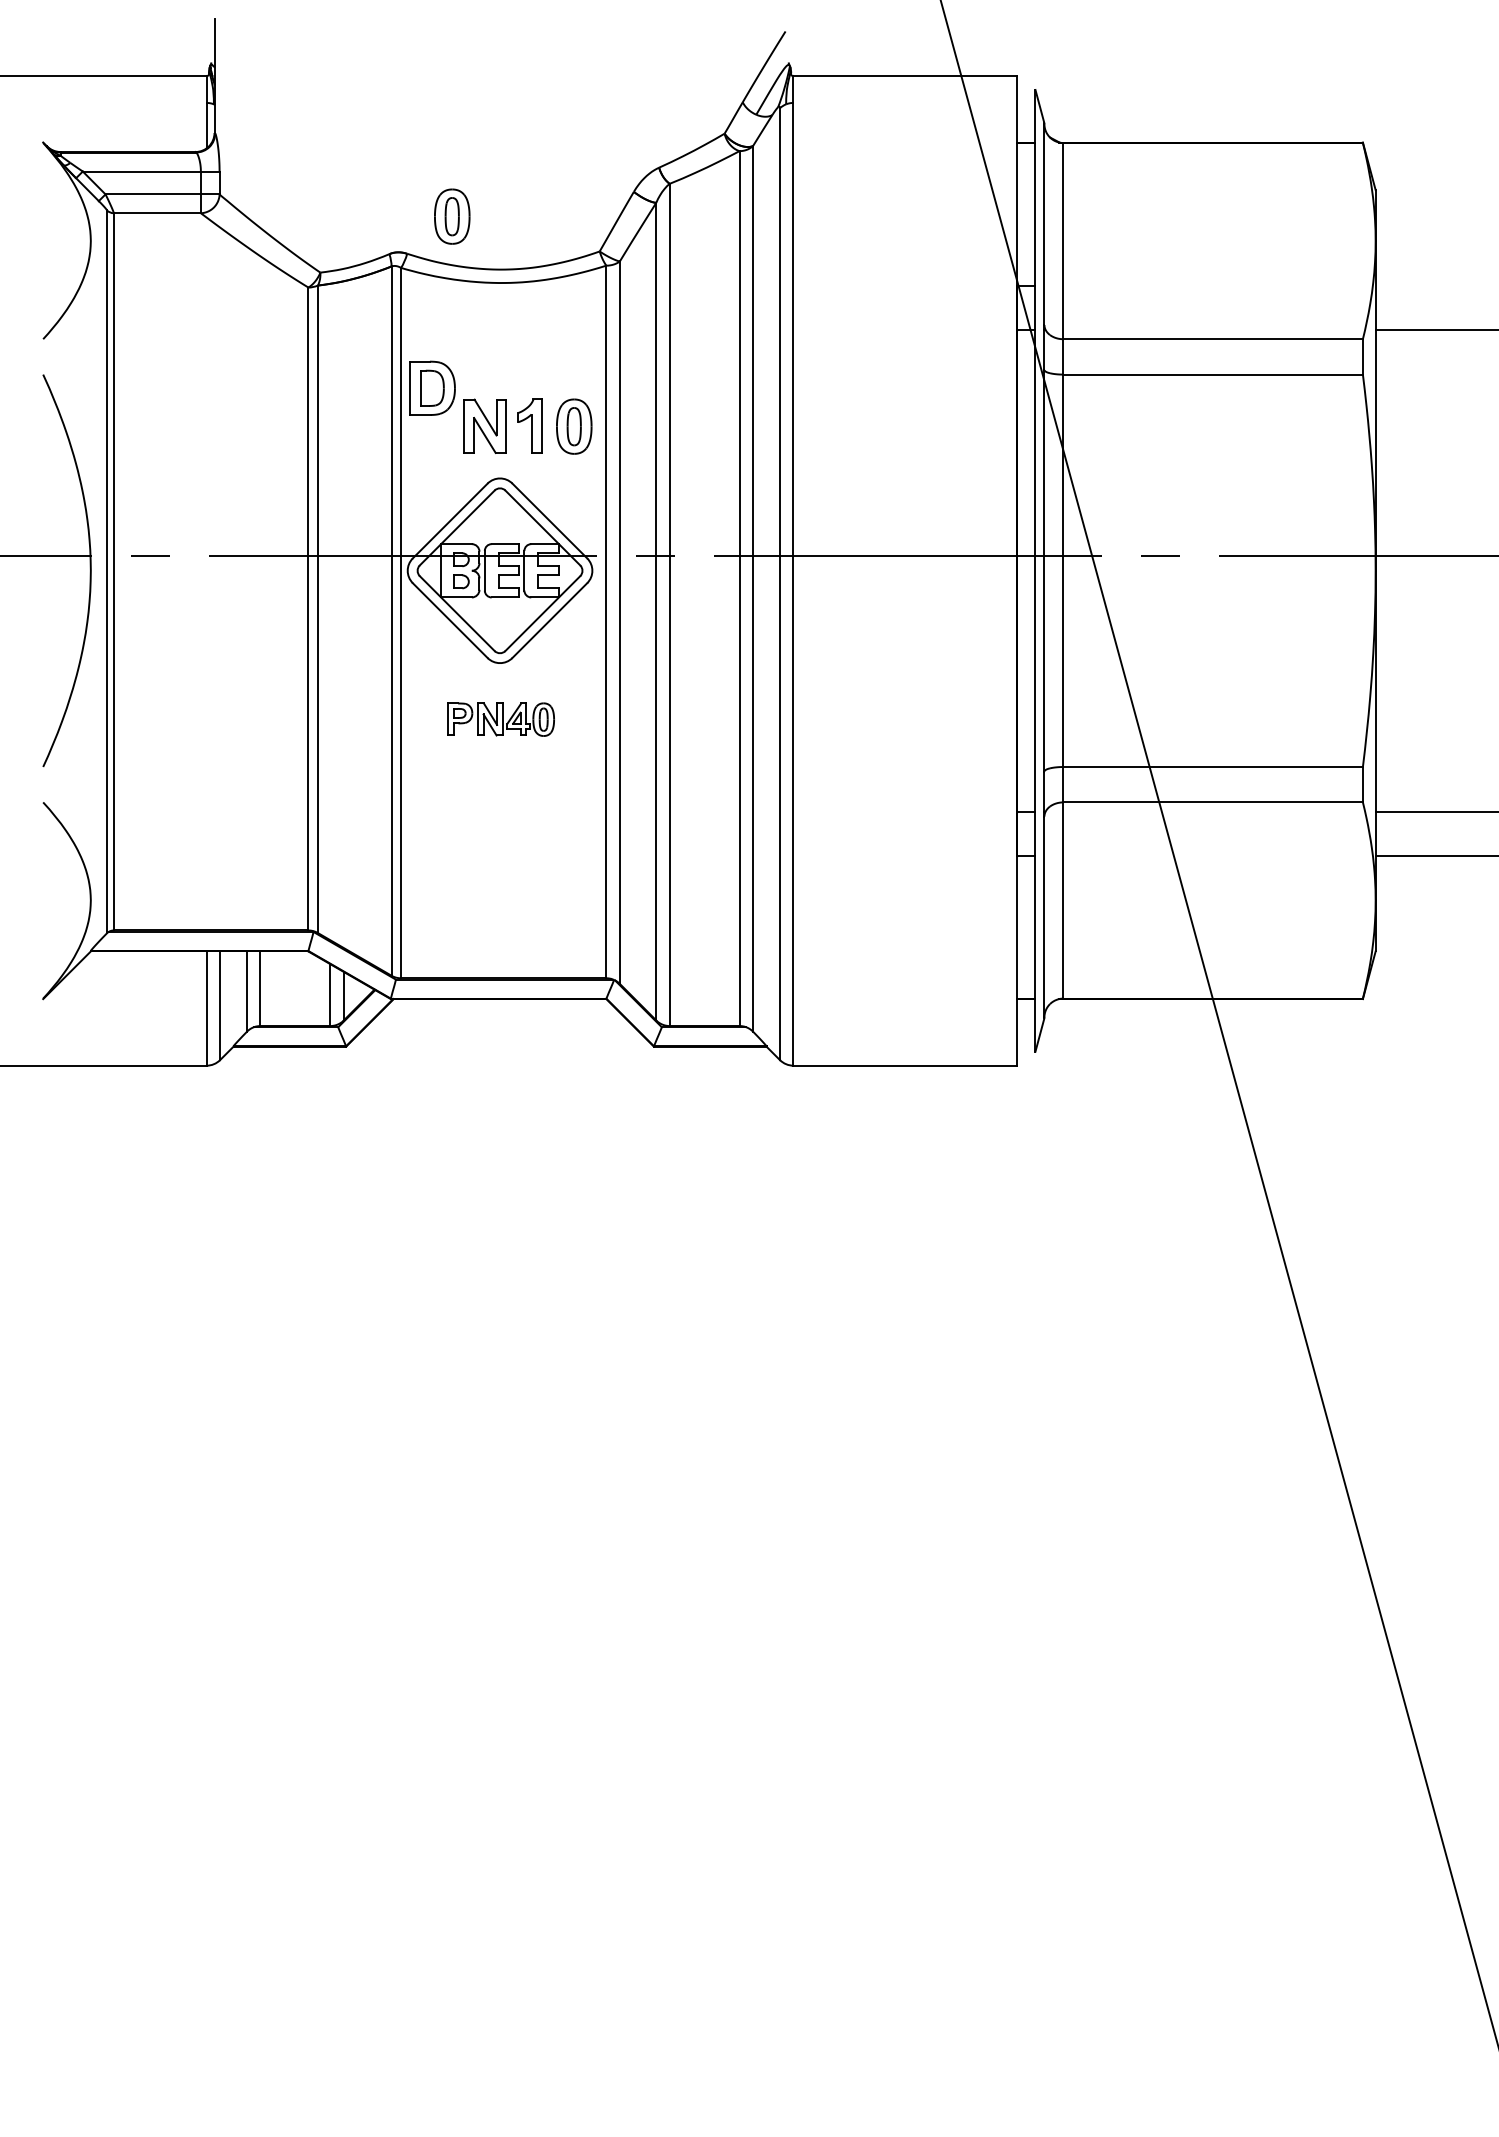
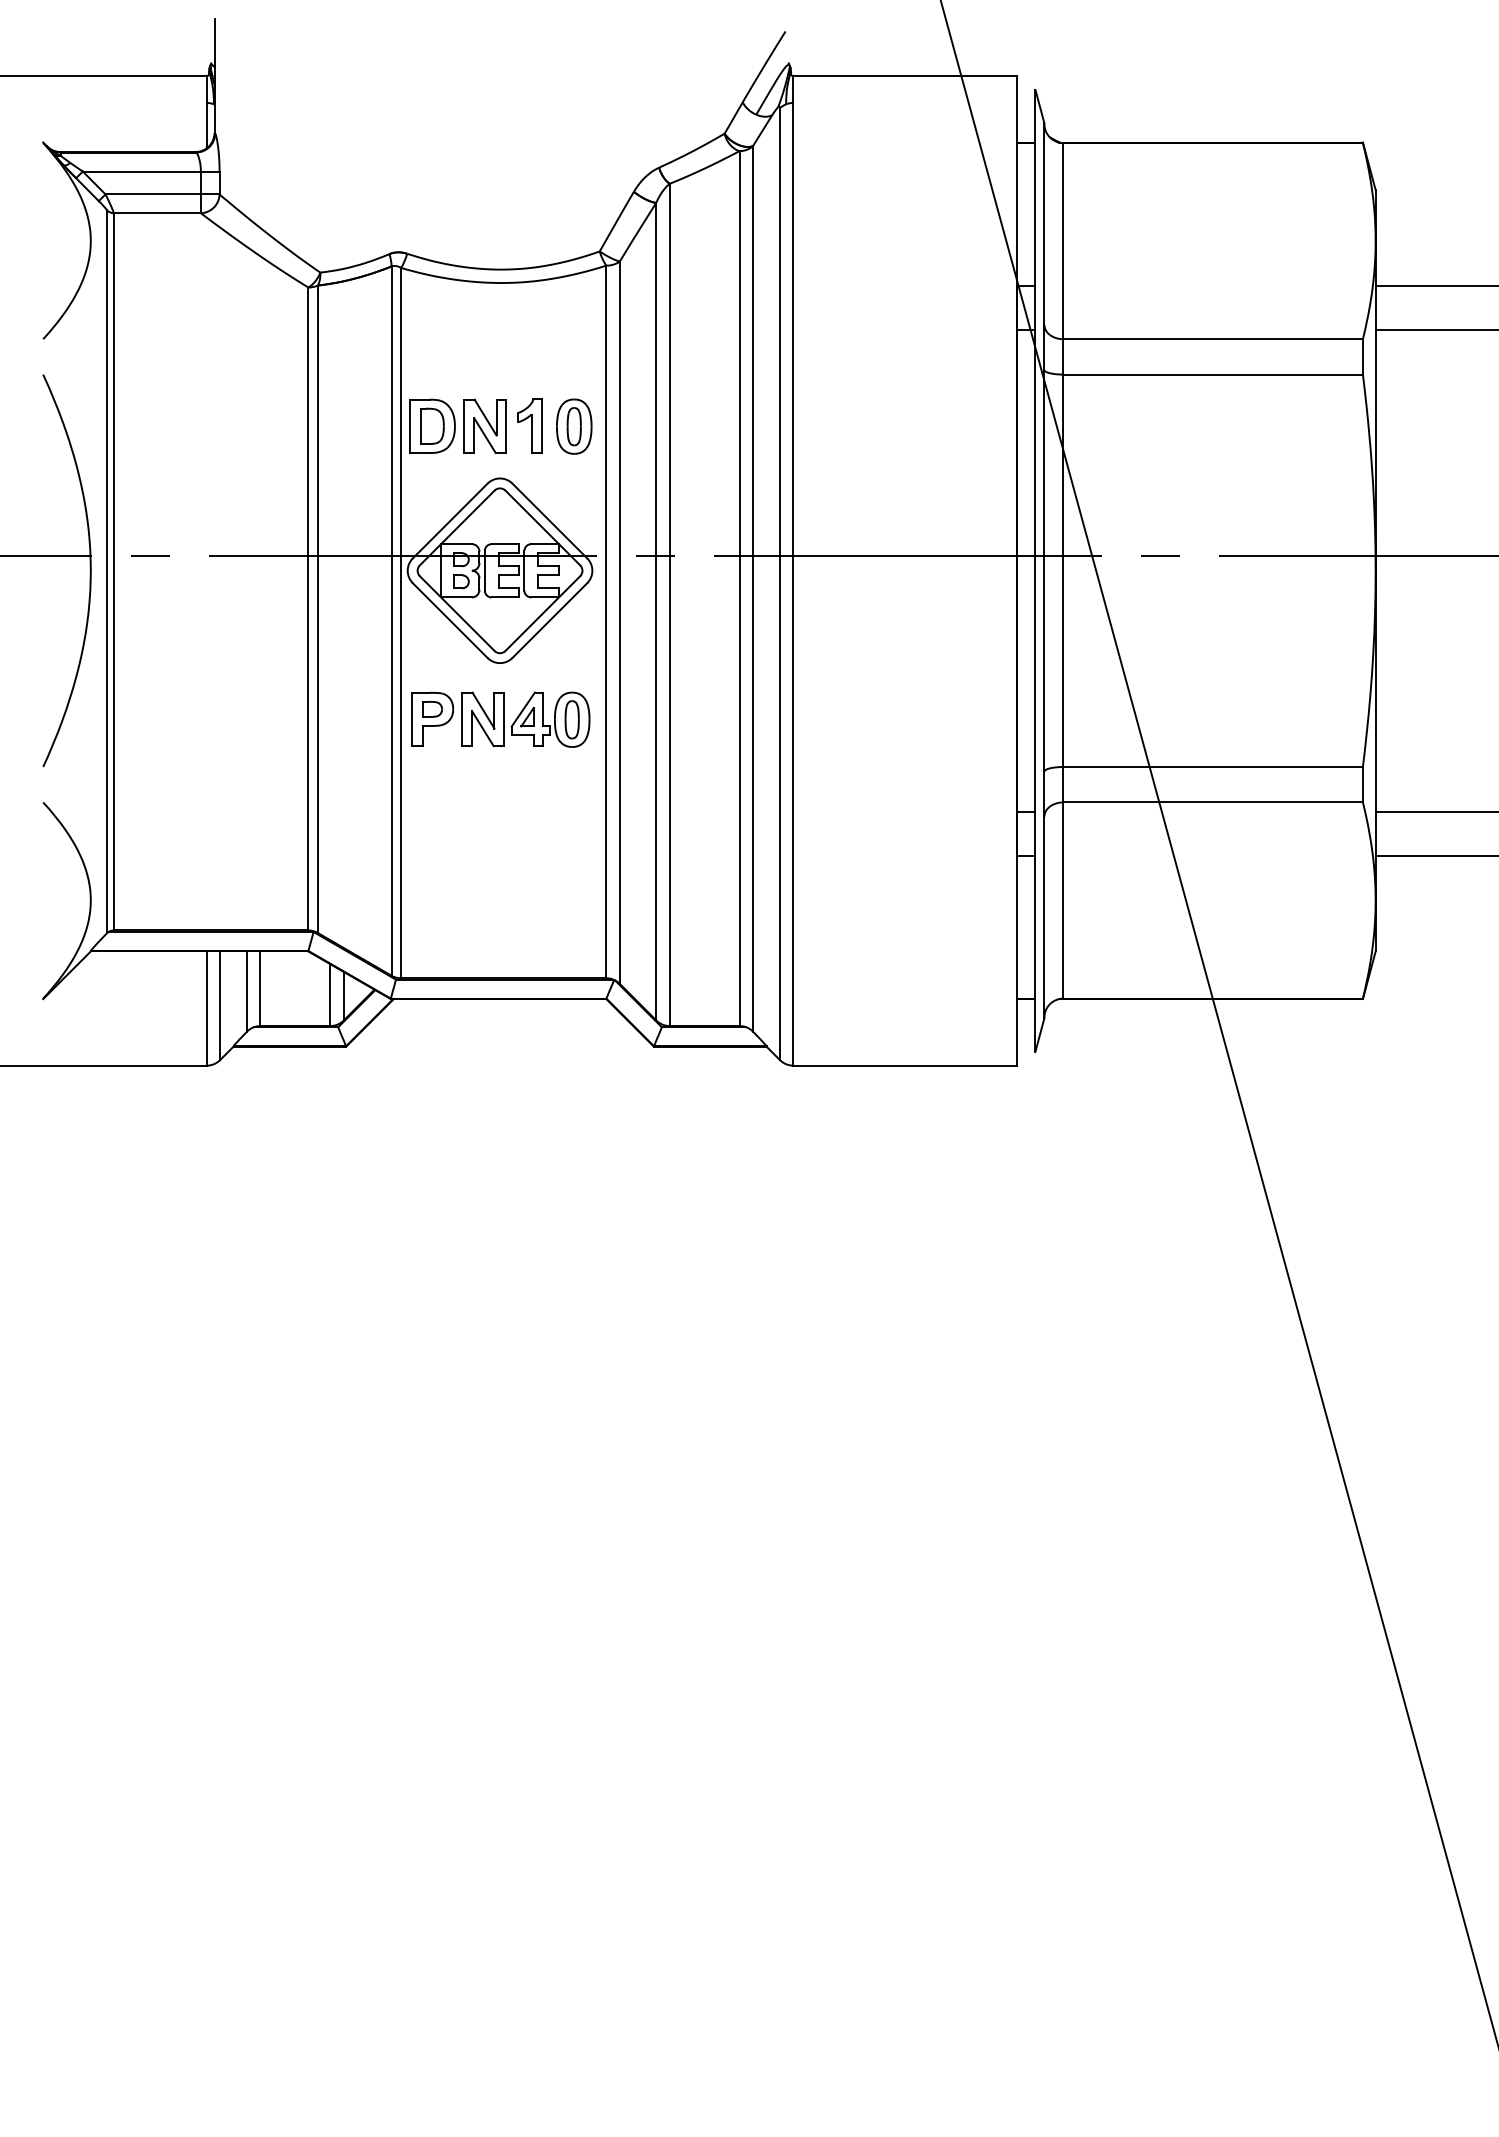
part at (452, 216): present -> none
line at (1435, 285): none -> present
part at (432, 387) position: (432, 387) -> (432, 425)
part at (500, 719) size: 108x35 px -> 180x57 px
